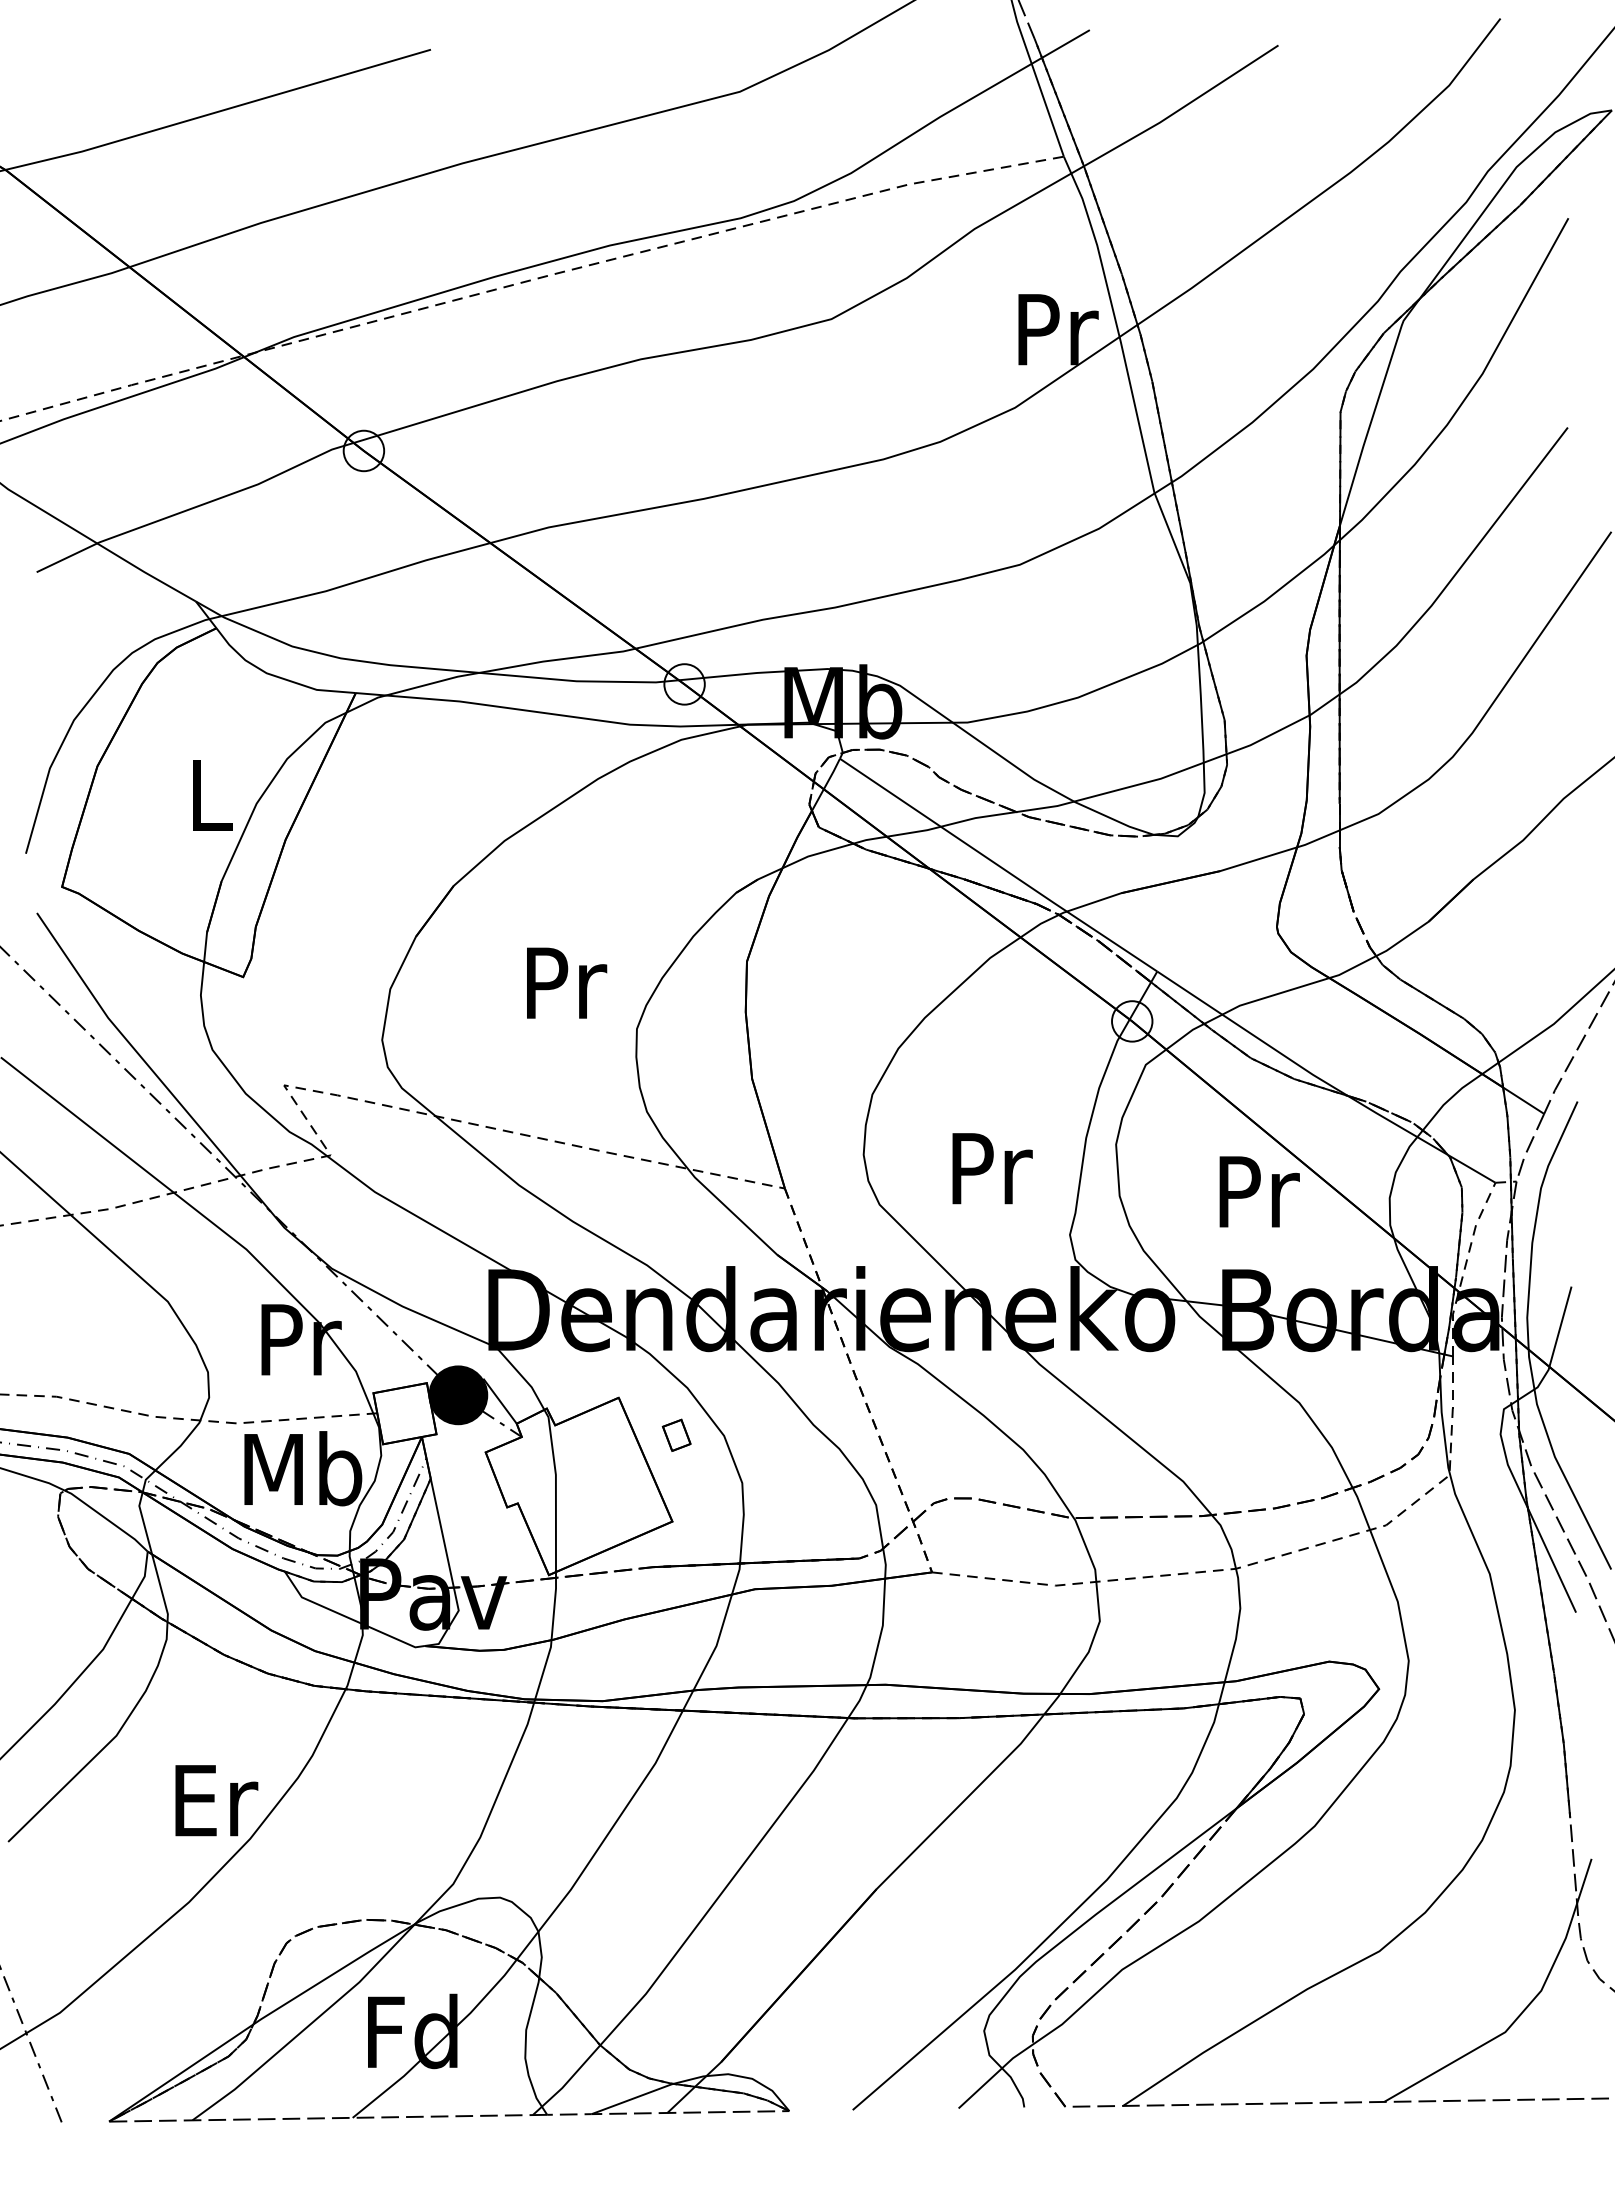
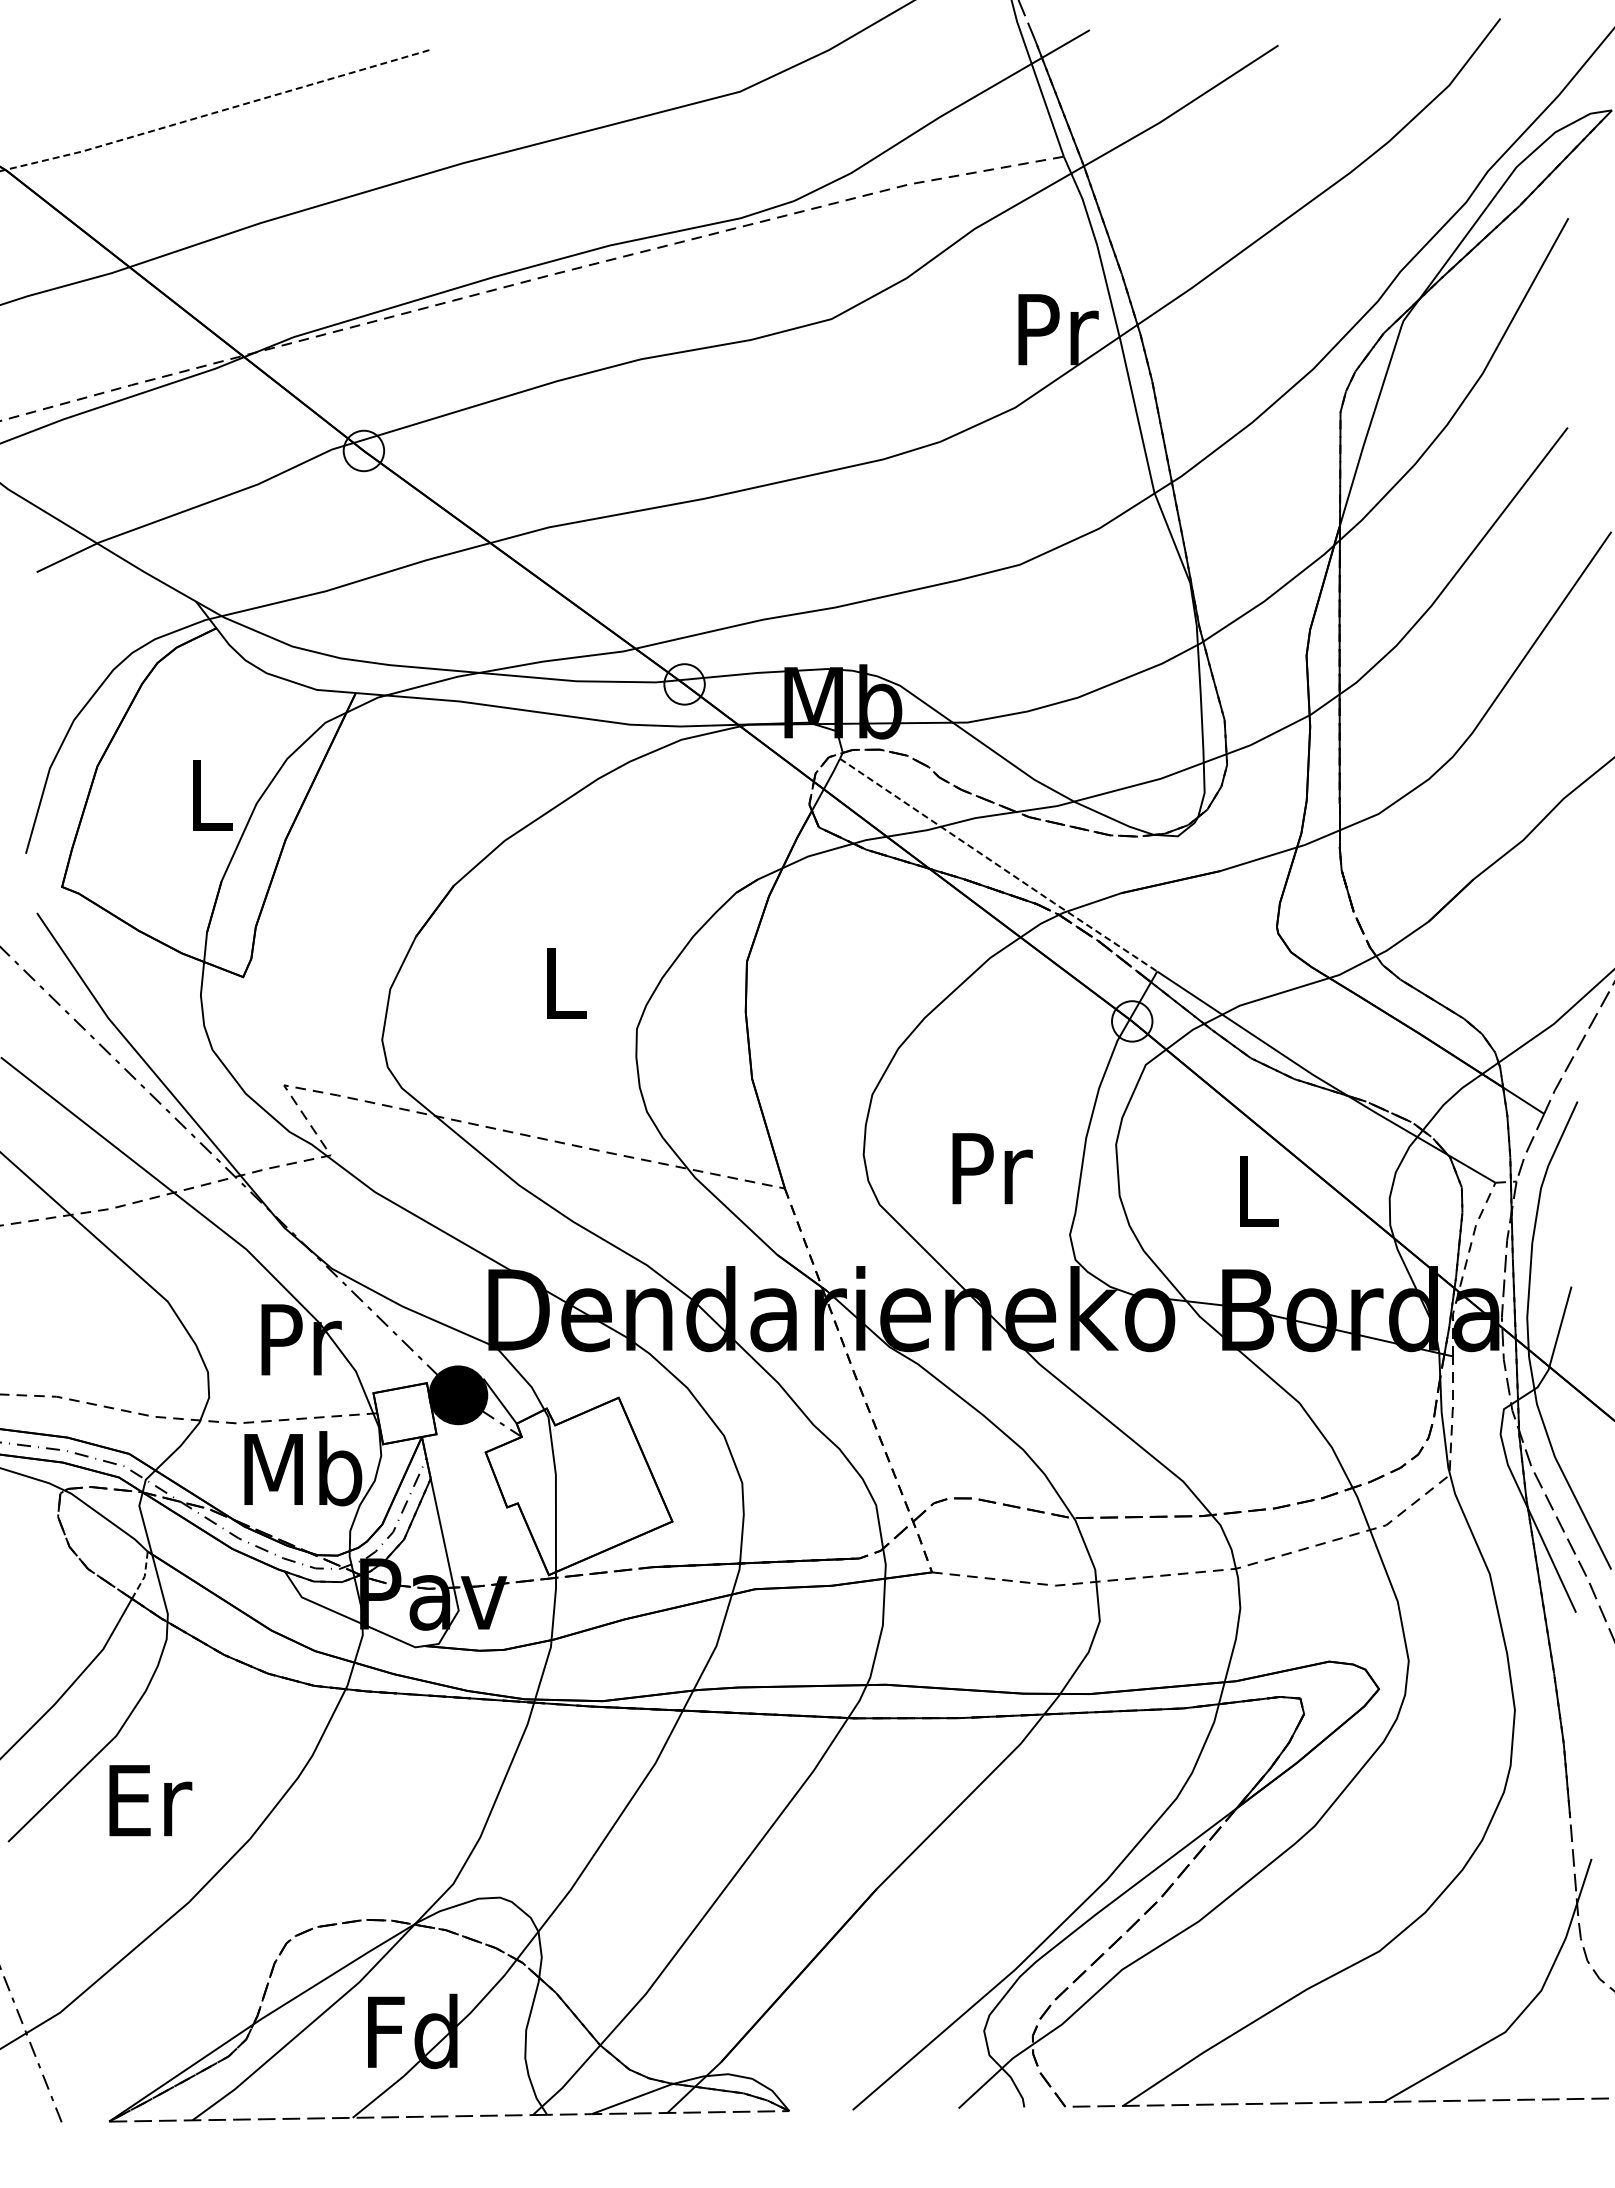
line at (216, 112): solid -> dashed
line at (998, 865): solid -> dashed
text at (567, 982): Pr -> L
text at (1259, 1191): Pr -> L
part at (676, 1434): present -> none
line at (144, 1576): solid -> dashed
text at (216, 1800) position: (216, 1800) -> (150, 1800)
